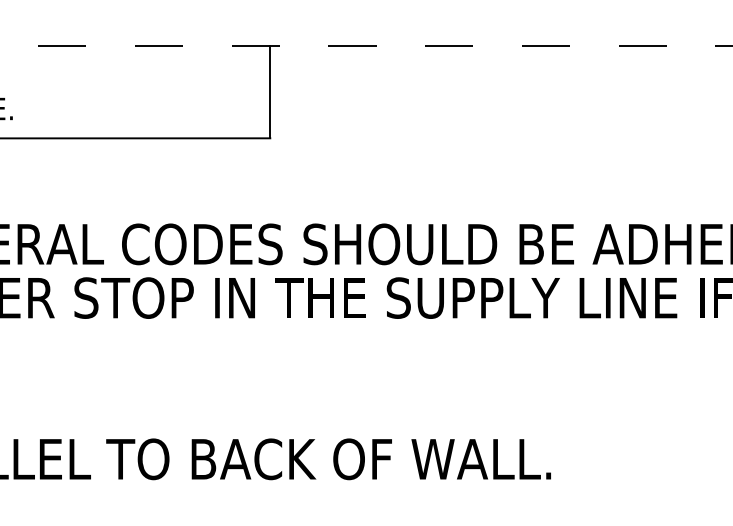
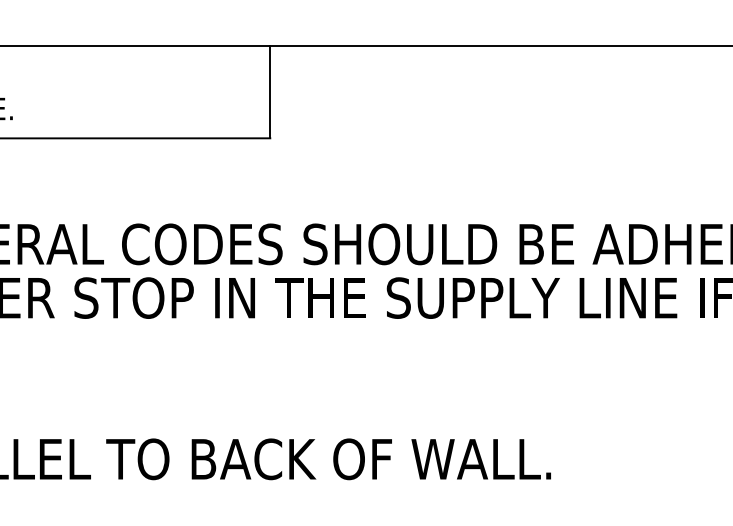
line at (366, 45): dashed -> solid
